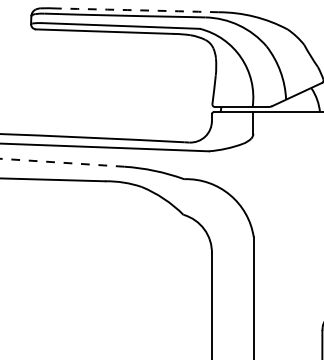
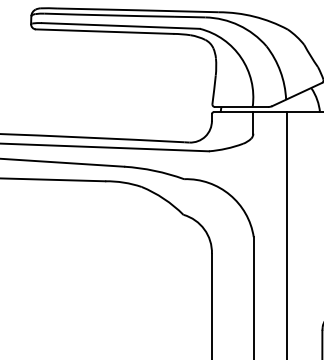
arc at (137, 10): dashed -> solid
line at (62, 162): dashed -> solid
line at (286, 234): none -> present
